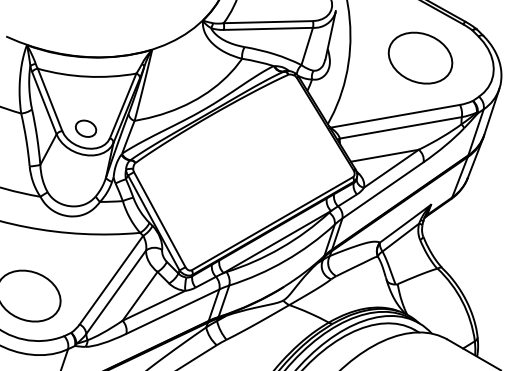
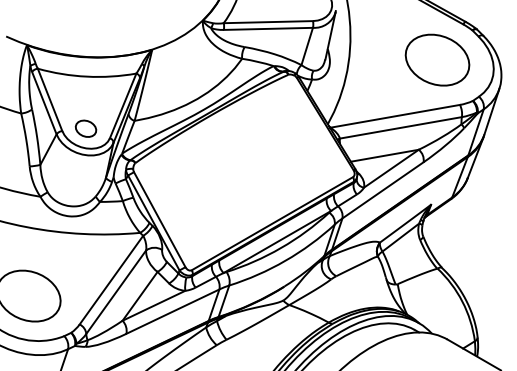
part at (420, 57) position: (420, 57) -> (437, 59)
